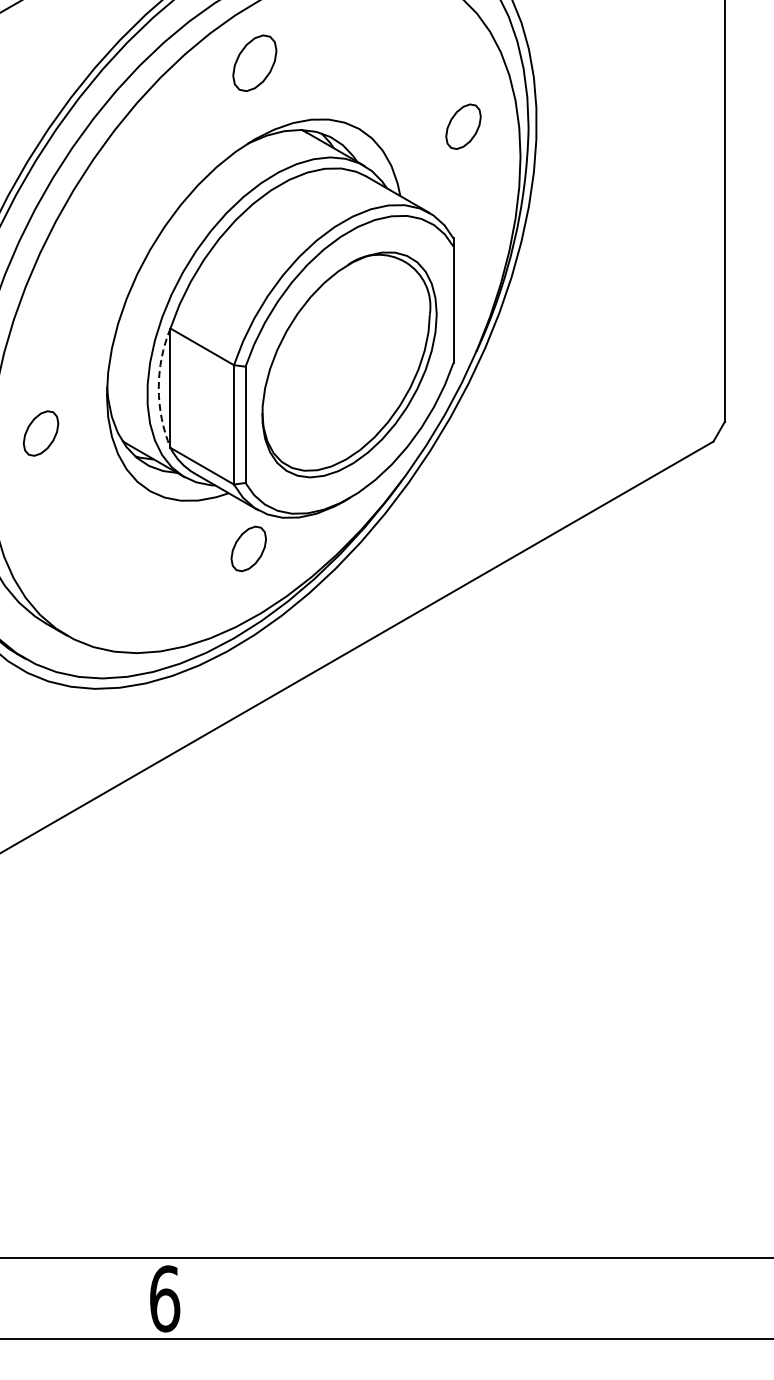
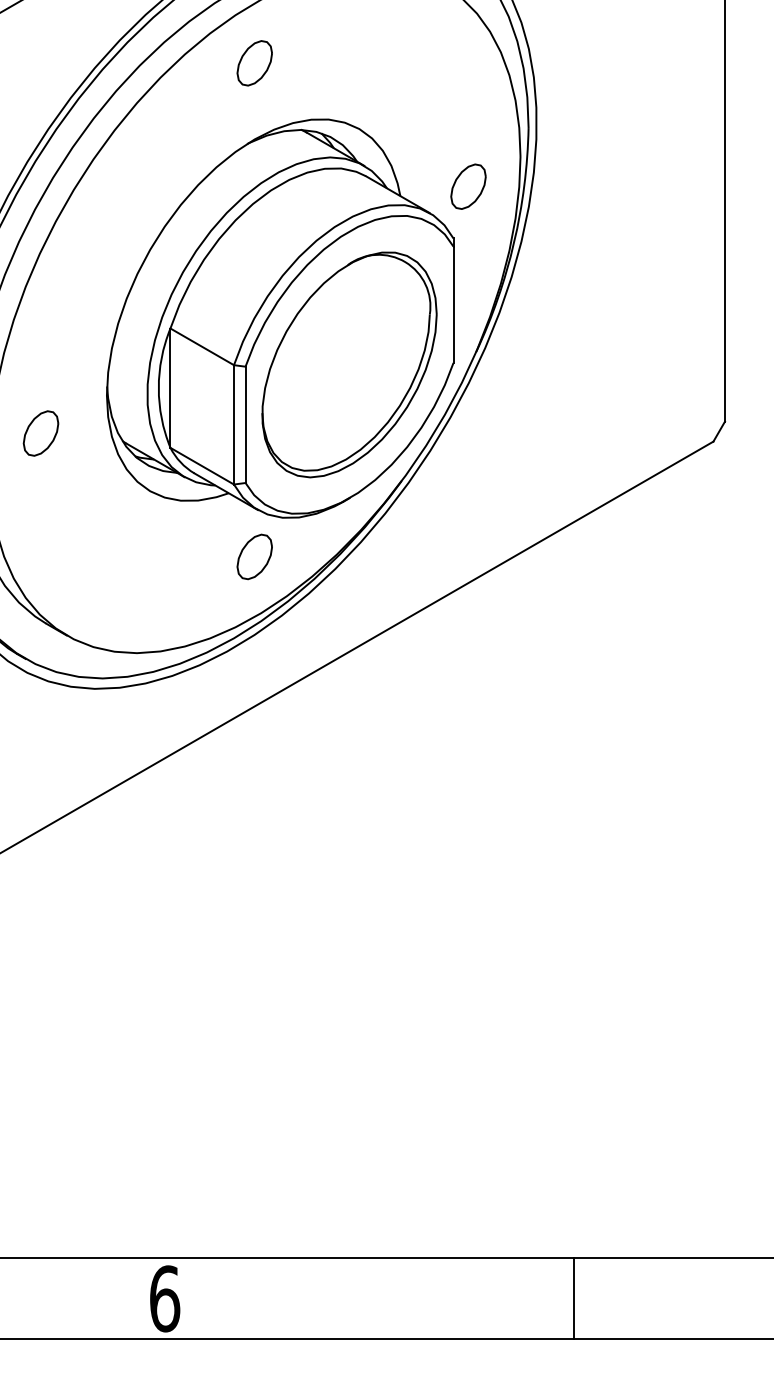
part at (254, 62) size: 46x58 px -> 37x47 px
part at (463, 126) position: (463, 126) -> (468, 186)
arc at (158, 388): dashed -> solid
part at (248, 548) position: (248, 548) -> (254, 556)
line at (574, 1298): none -> present
